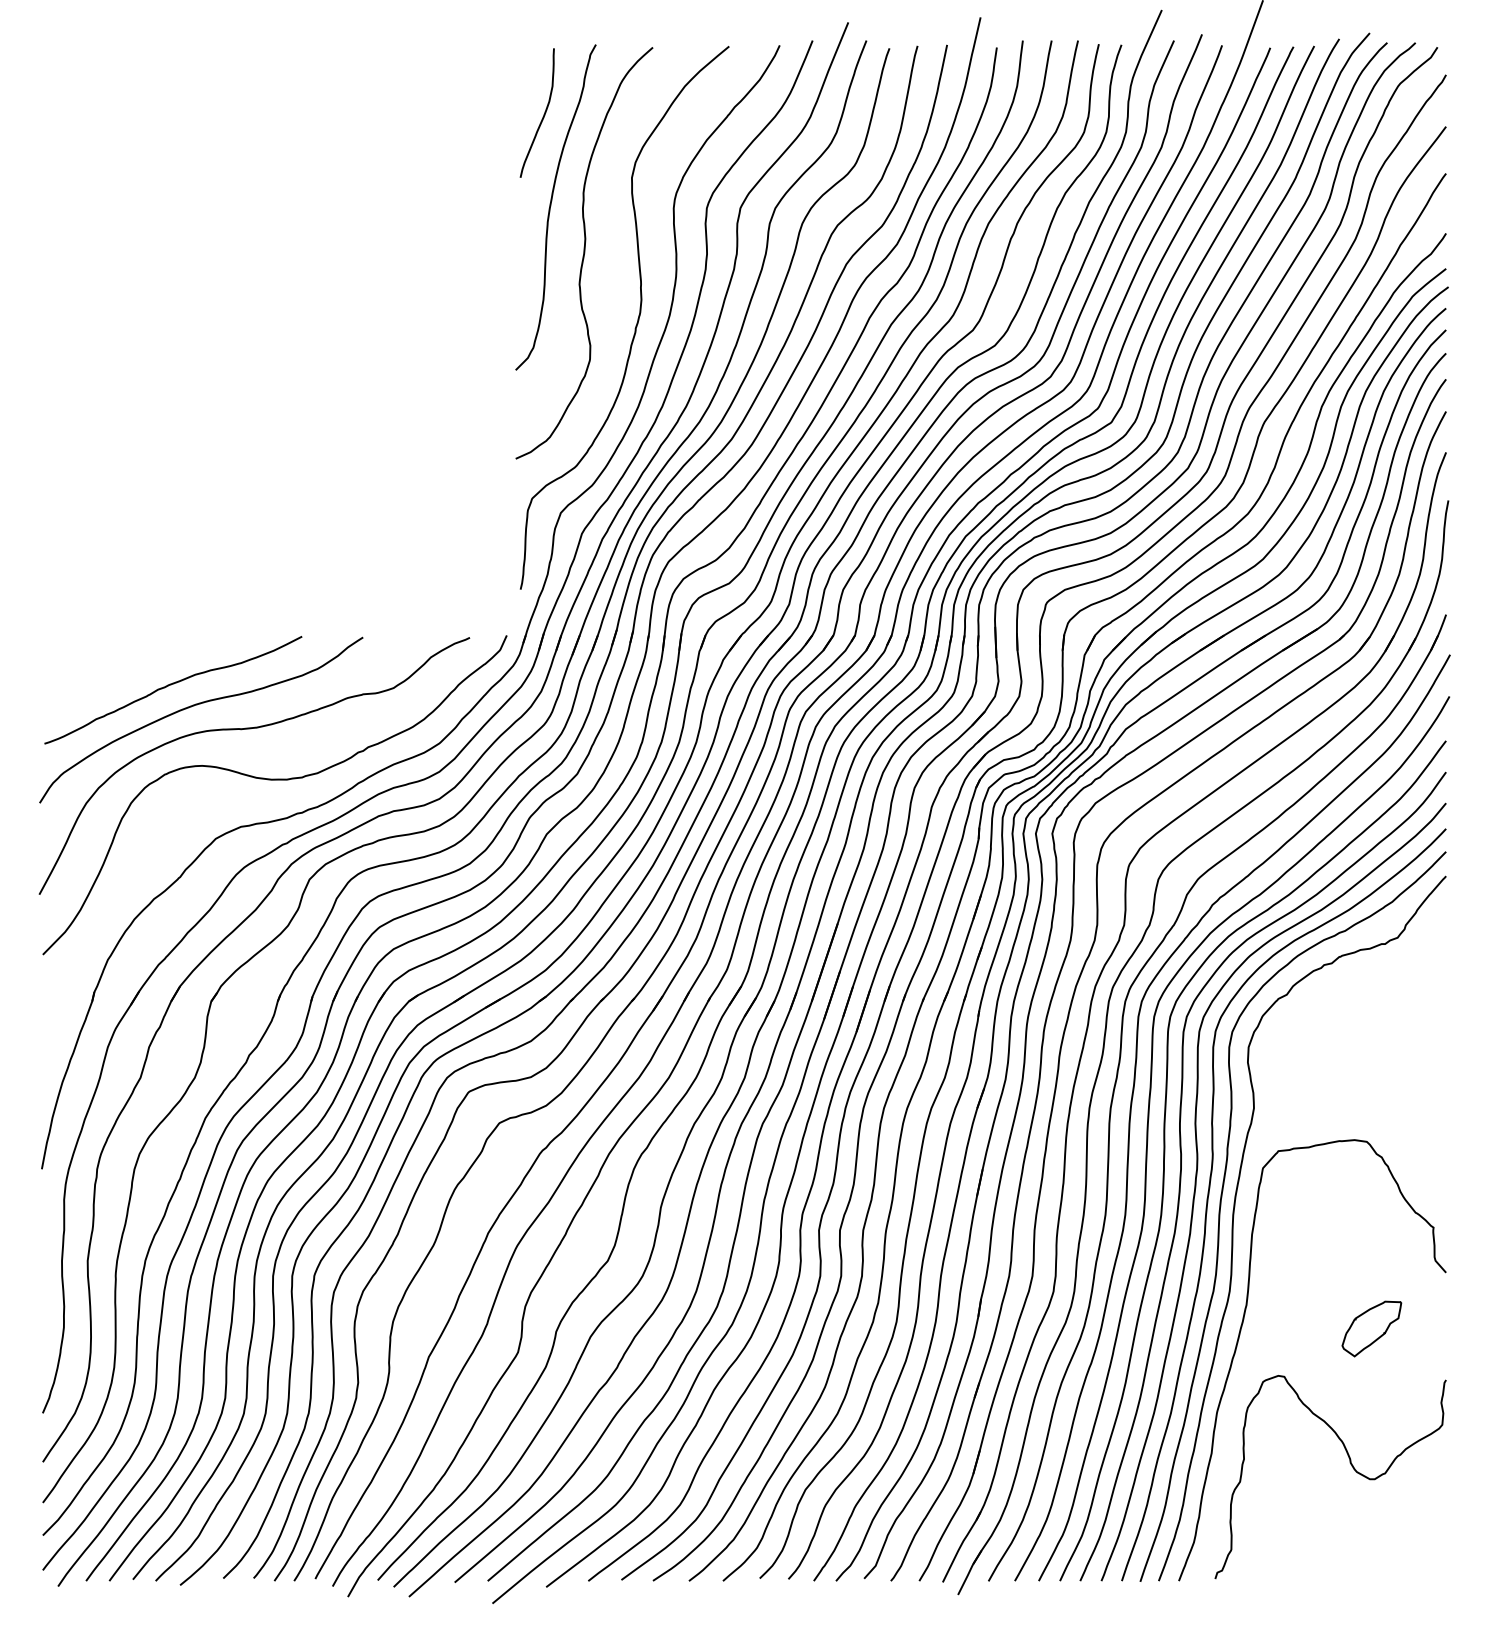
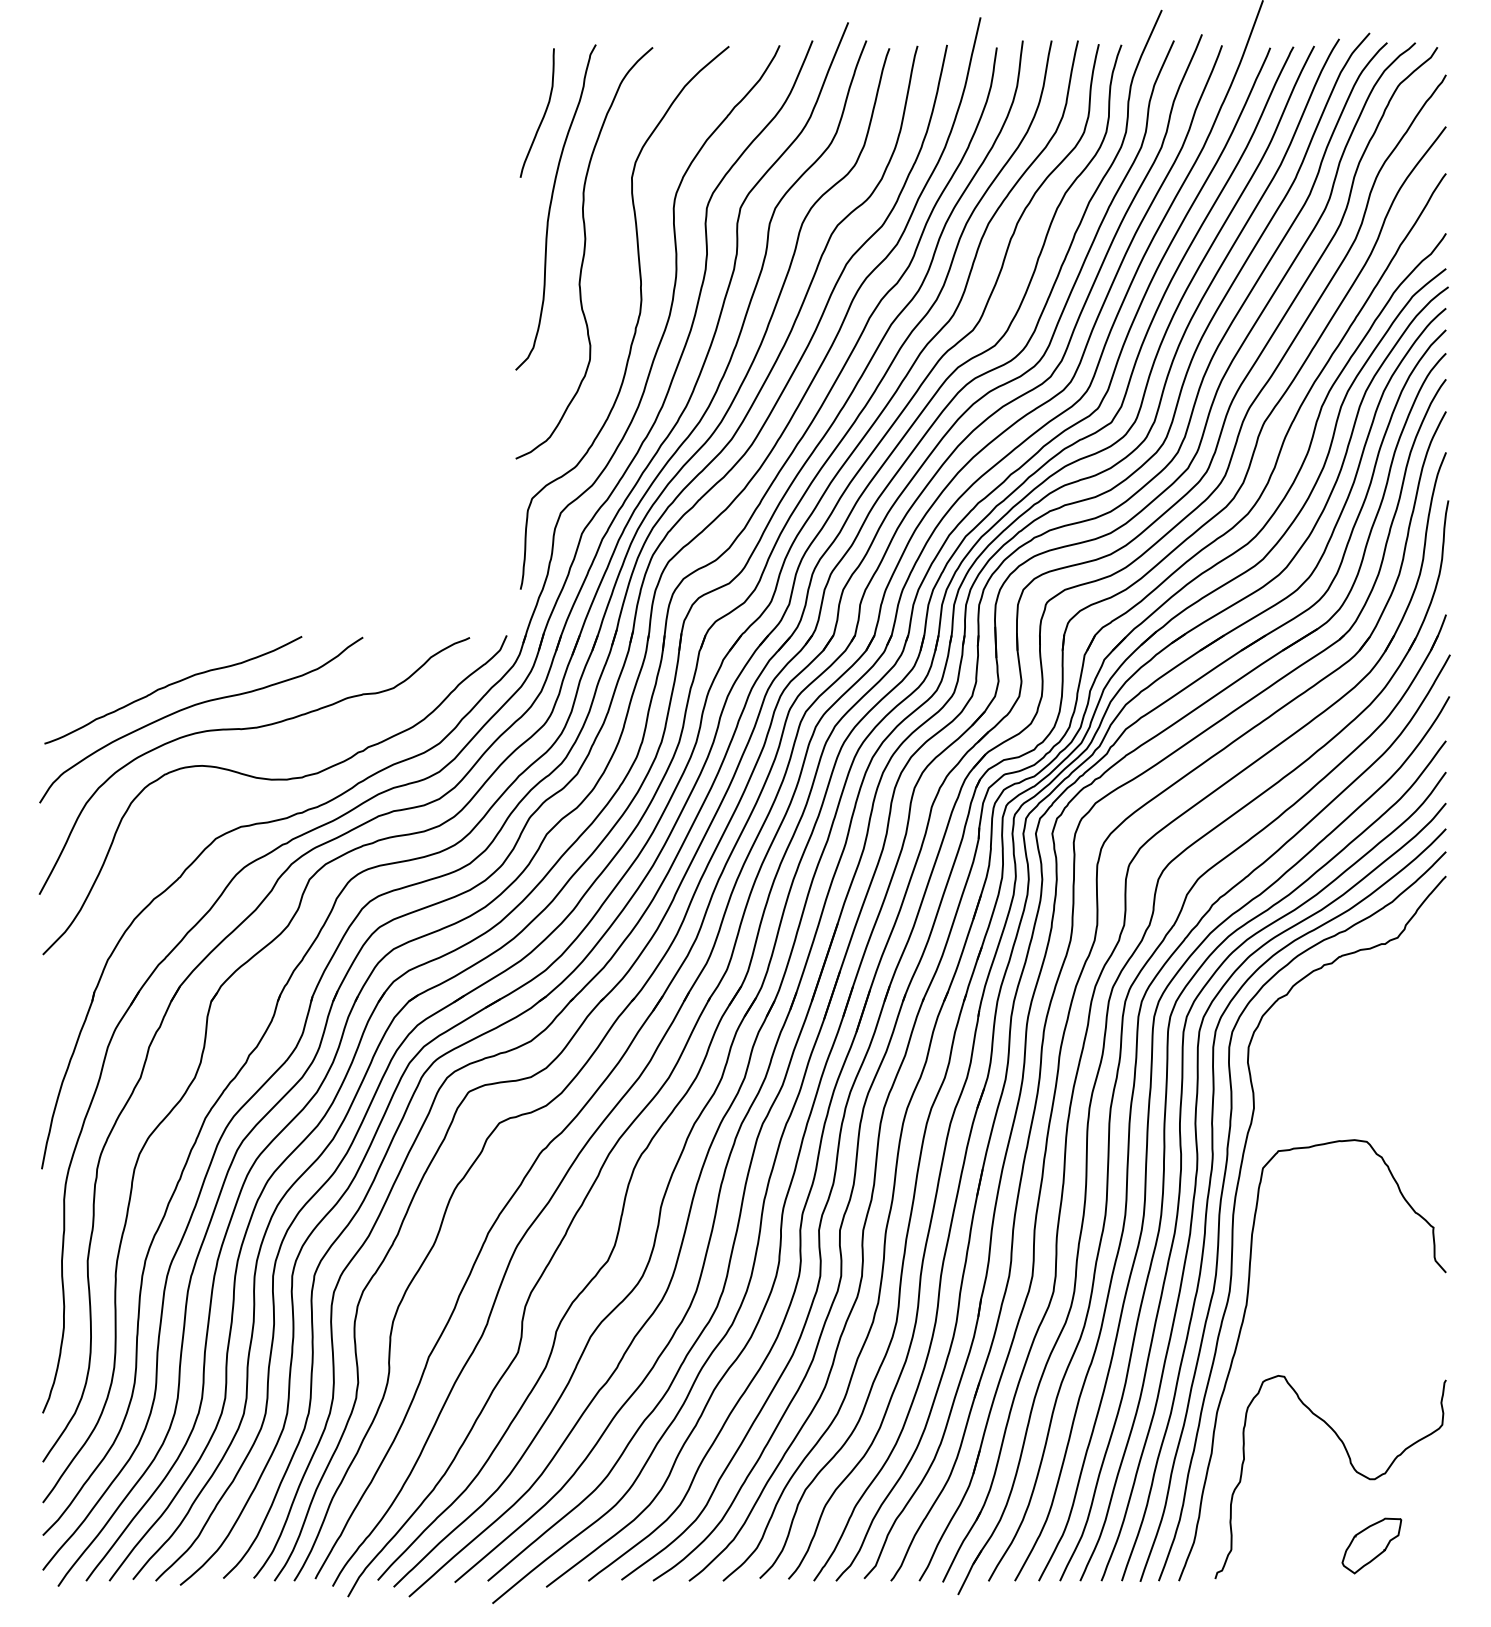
part at (1371, 1328) position: (1371, 1328) -> (1371, 1545)
